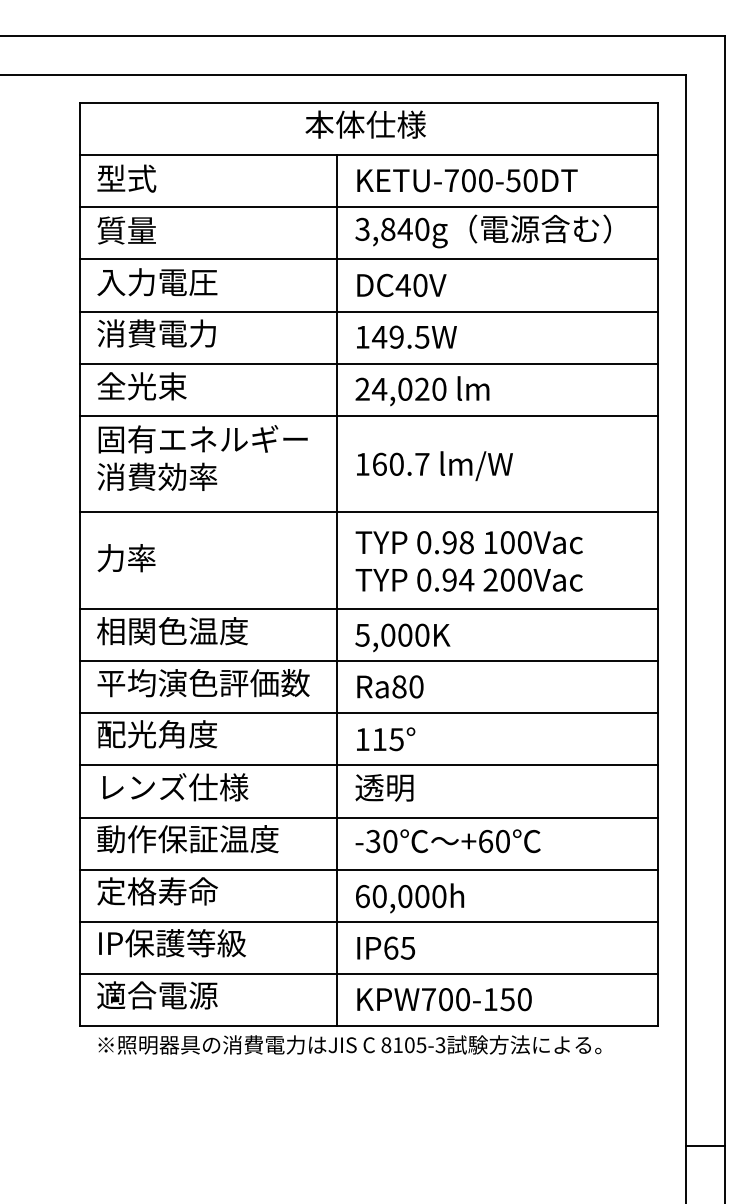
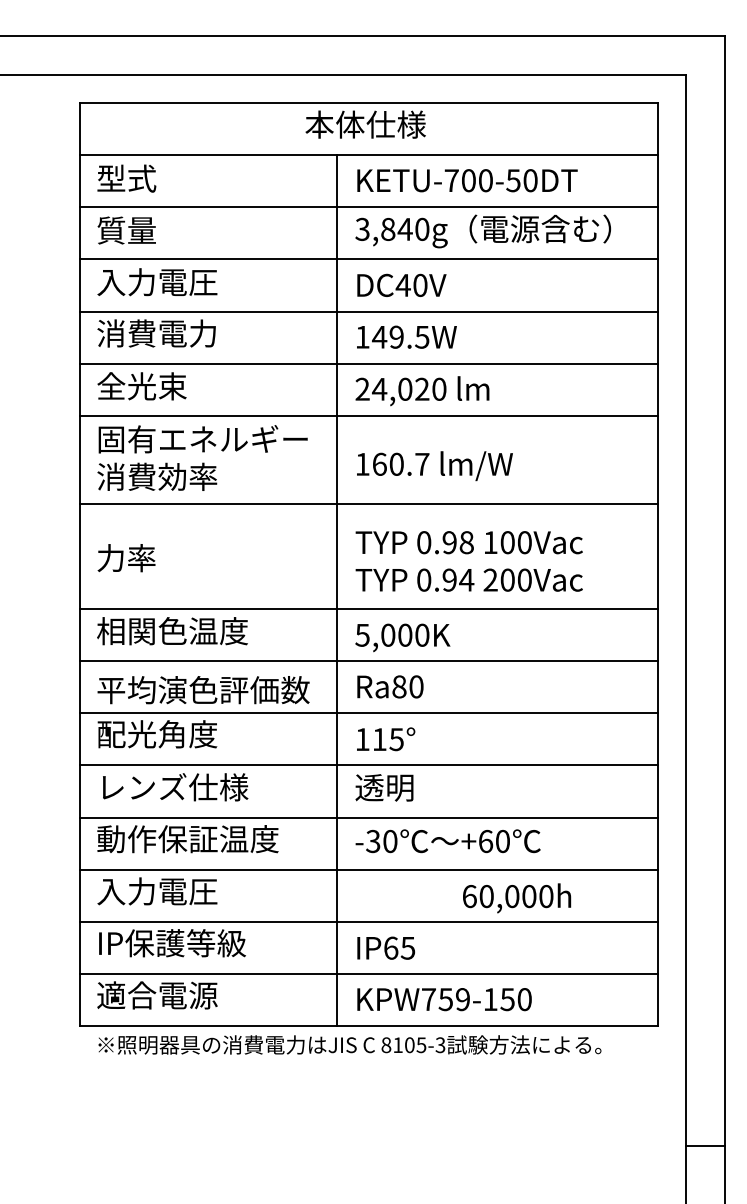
line at (369, 512) position: (369, 512) -> (369, 504)
text at (203, 683) position: (203, 683) -> (203, 690)
text at (157, 891): 定格寿命 -> 入力電圧
text at (410, 898) position: (410, 898) -> (517, 898)
text at (453, 999): KPW700-150 -> KPW759-150
